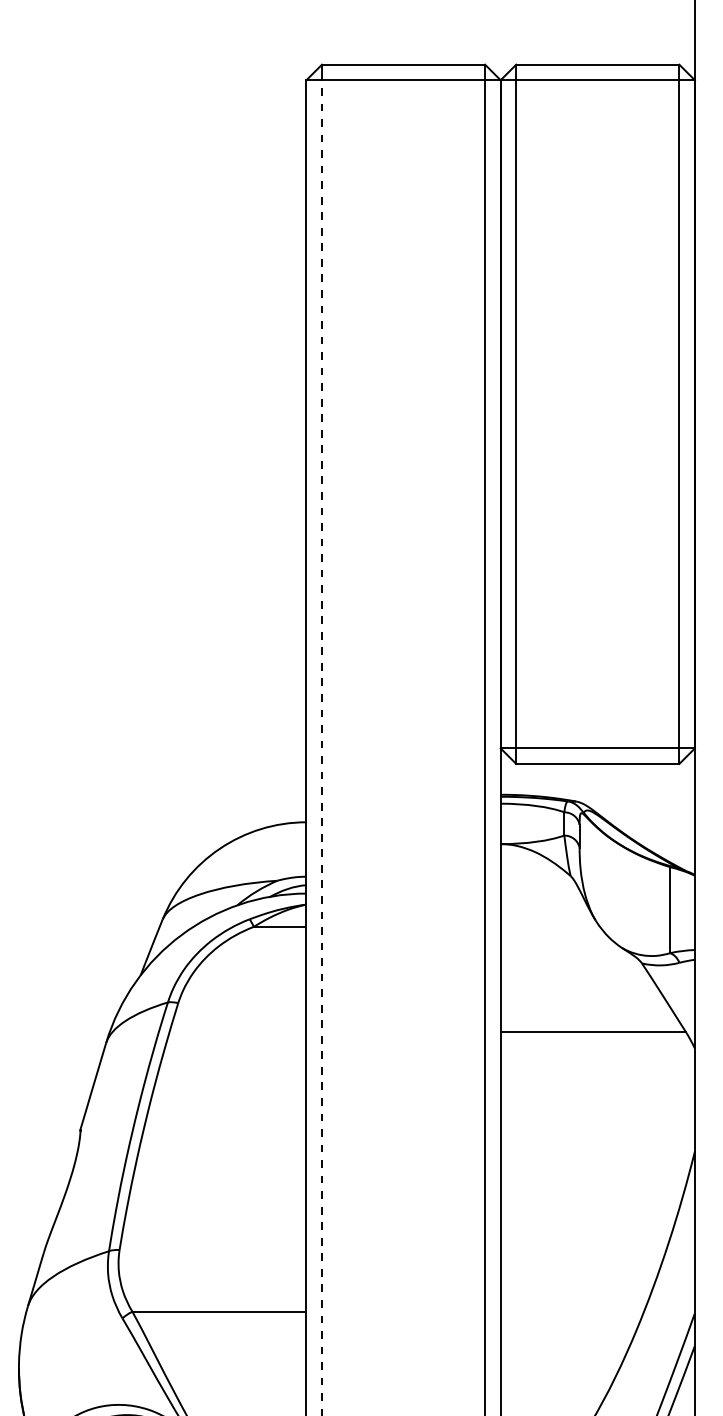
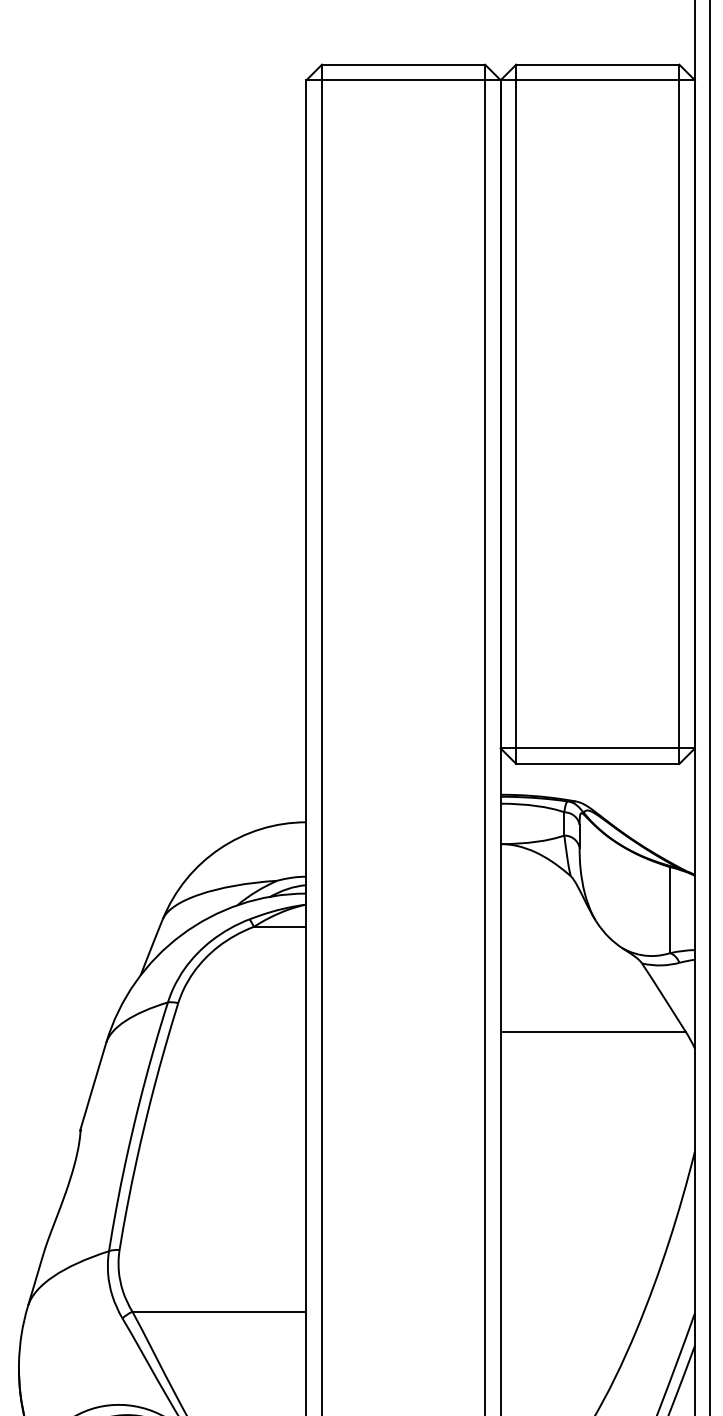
line at (710, 707): none -> present
line at (321, 747): dashed -> solid
